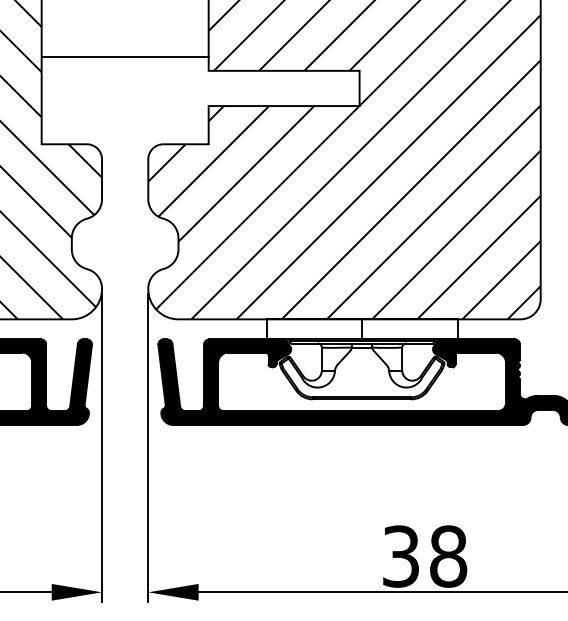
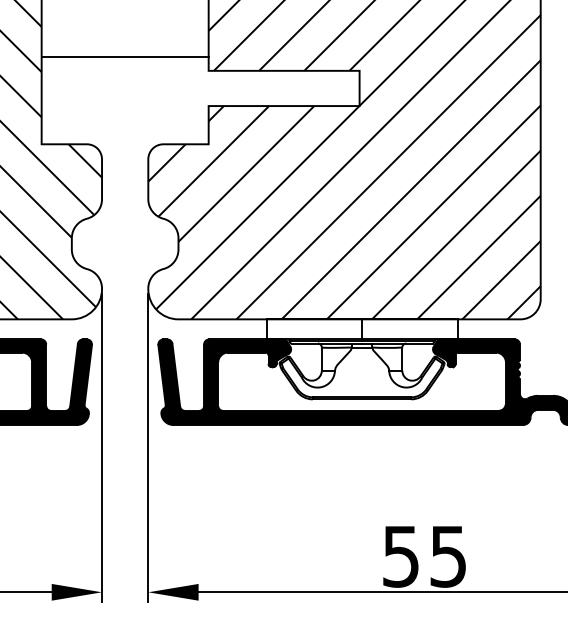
text at (425, 556): 38 -> 55
